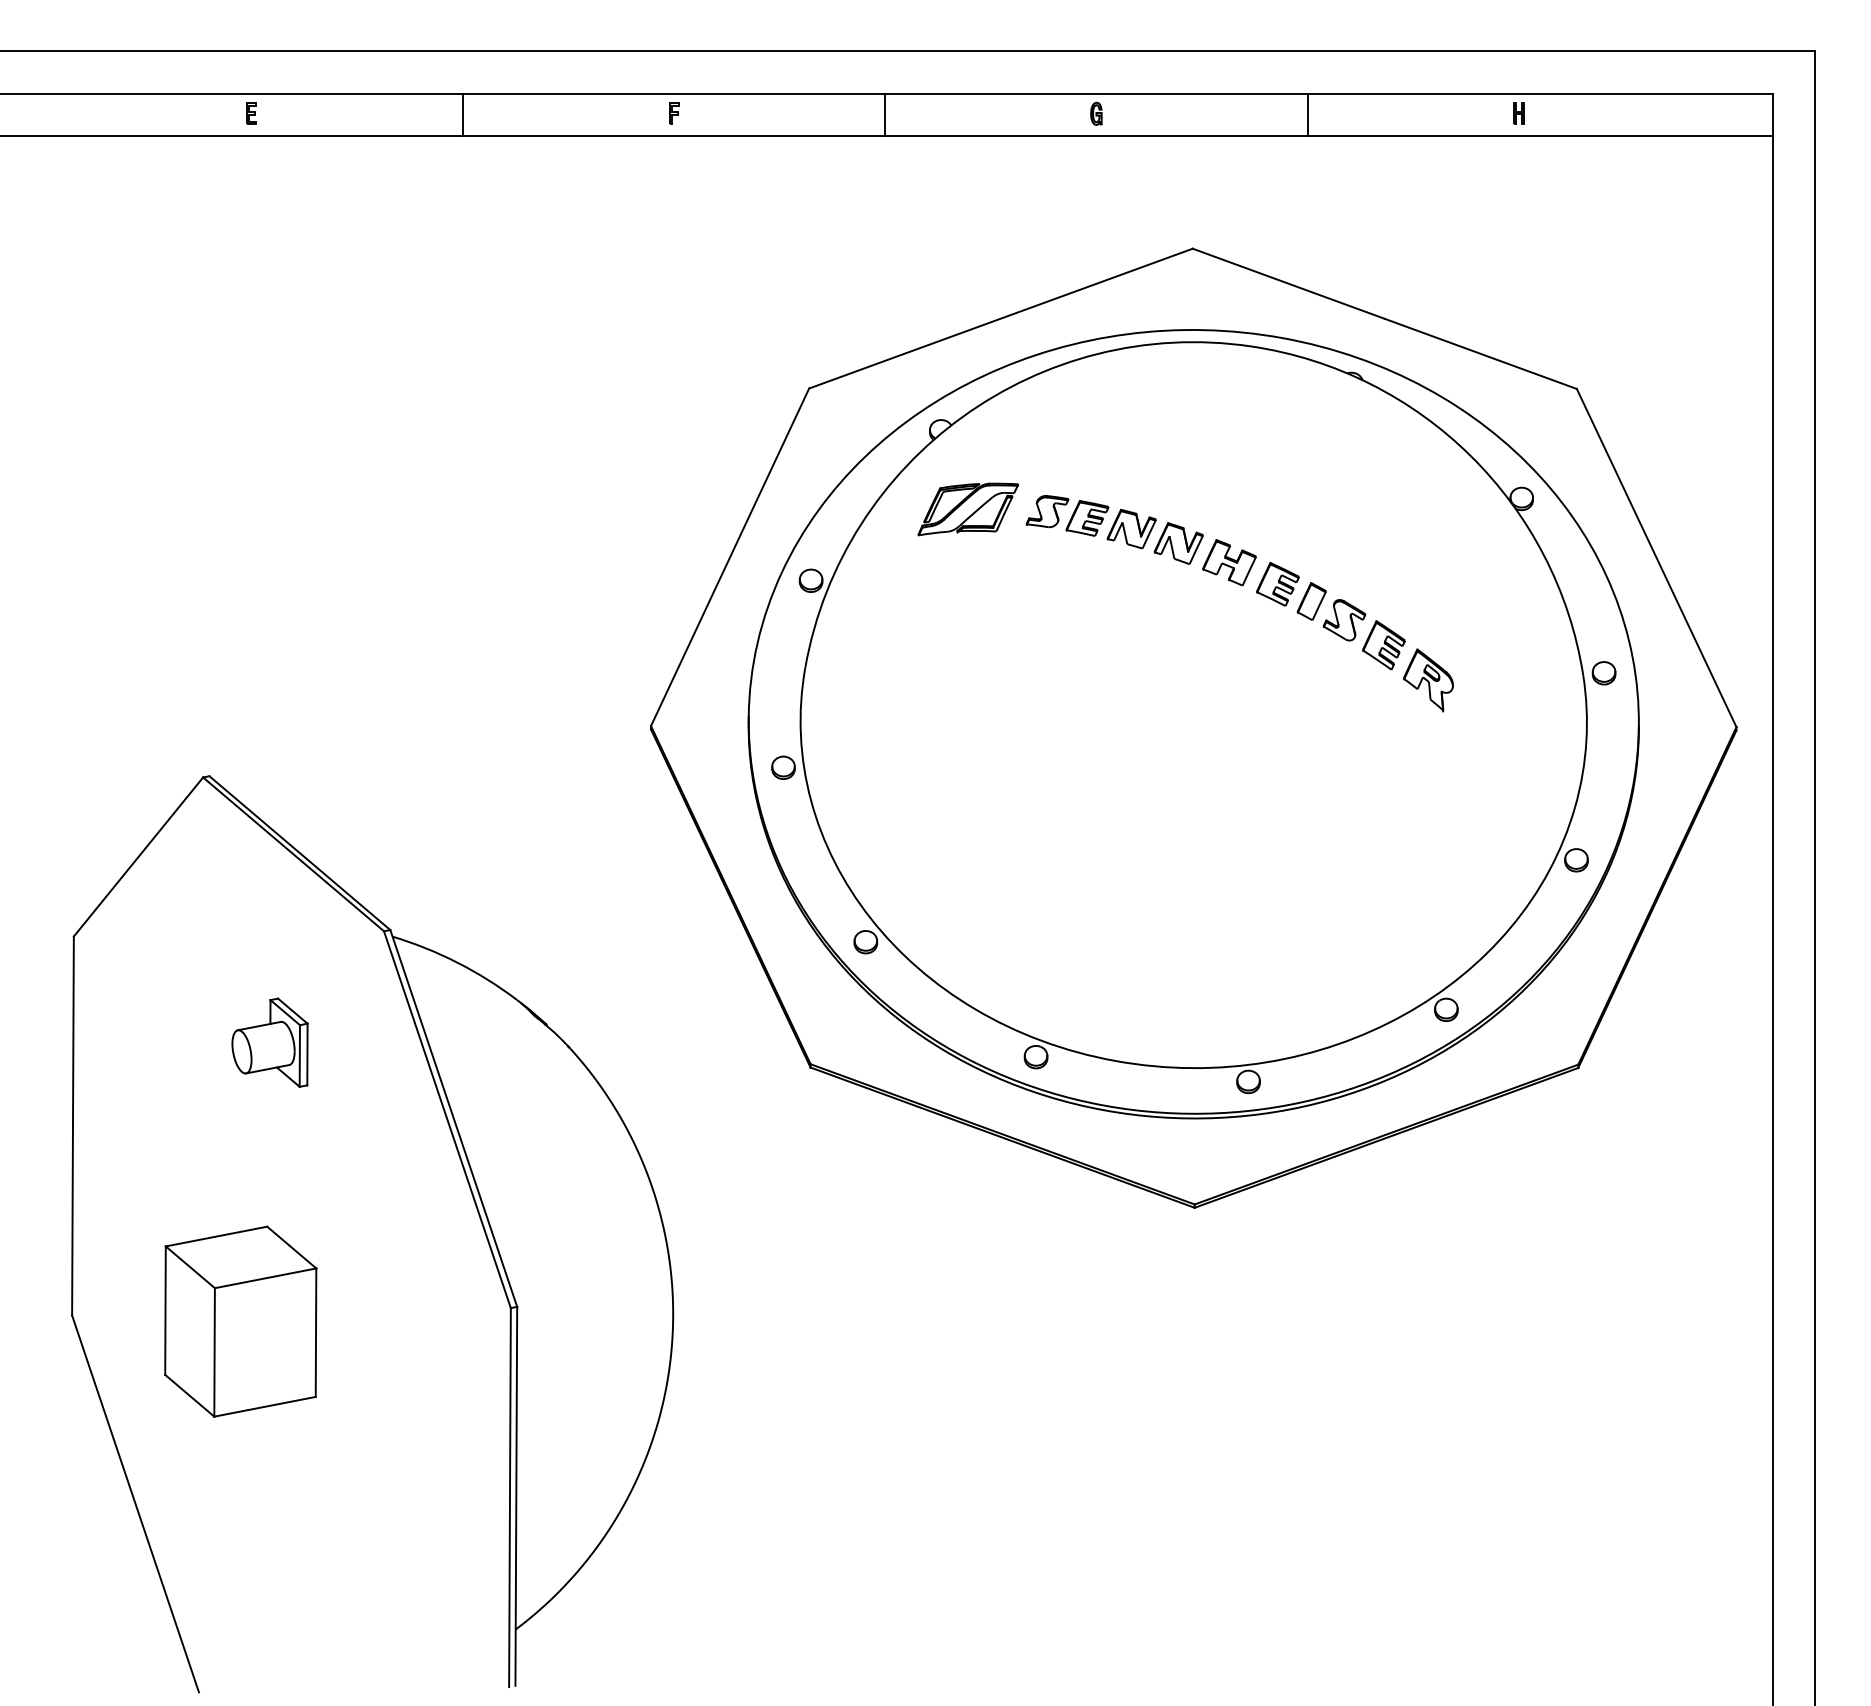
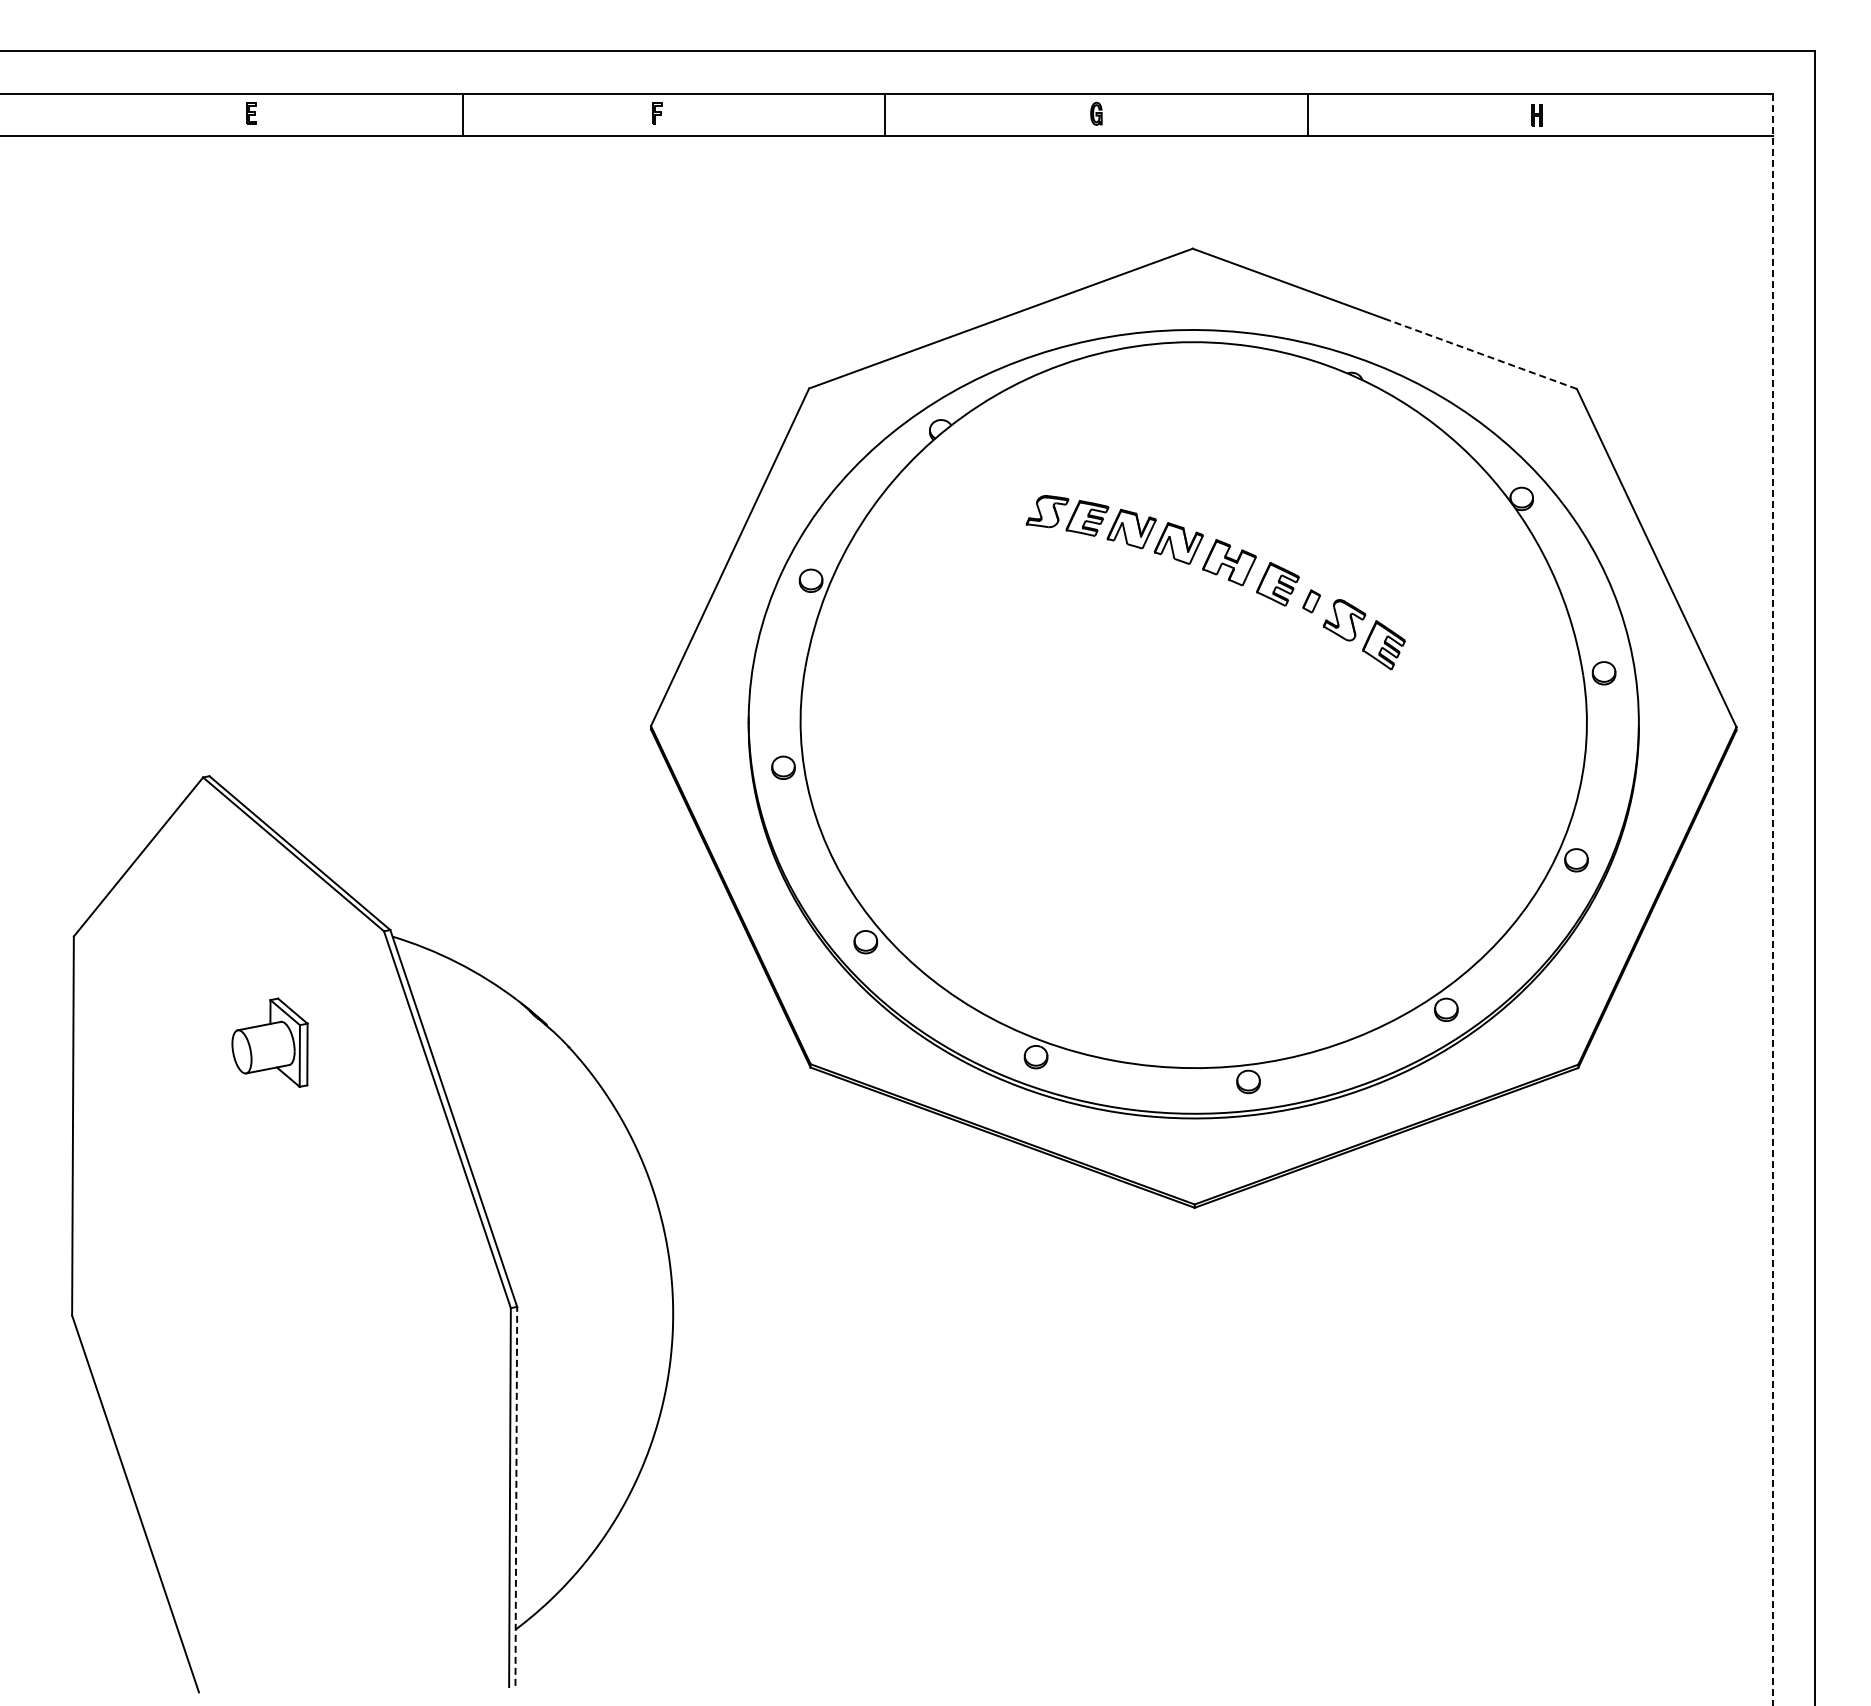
part at (674, 113) position: (674, 113) -> (657, 113)
part at (1518, 113) position: (1518, 113) -> (1536, 115)
line at (1480, 353): solid -> dashed
part at (967, 509): present -> none
part at (1311, 601) size: 31x39 px -> 19x25 px
part at (1428, 680): present -> none
line at (1772, 899): solid -> dashed
part at (240, 1321): present -> none
line at (516, 1495): solid -> dashed
